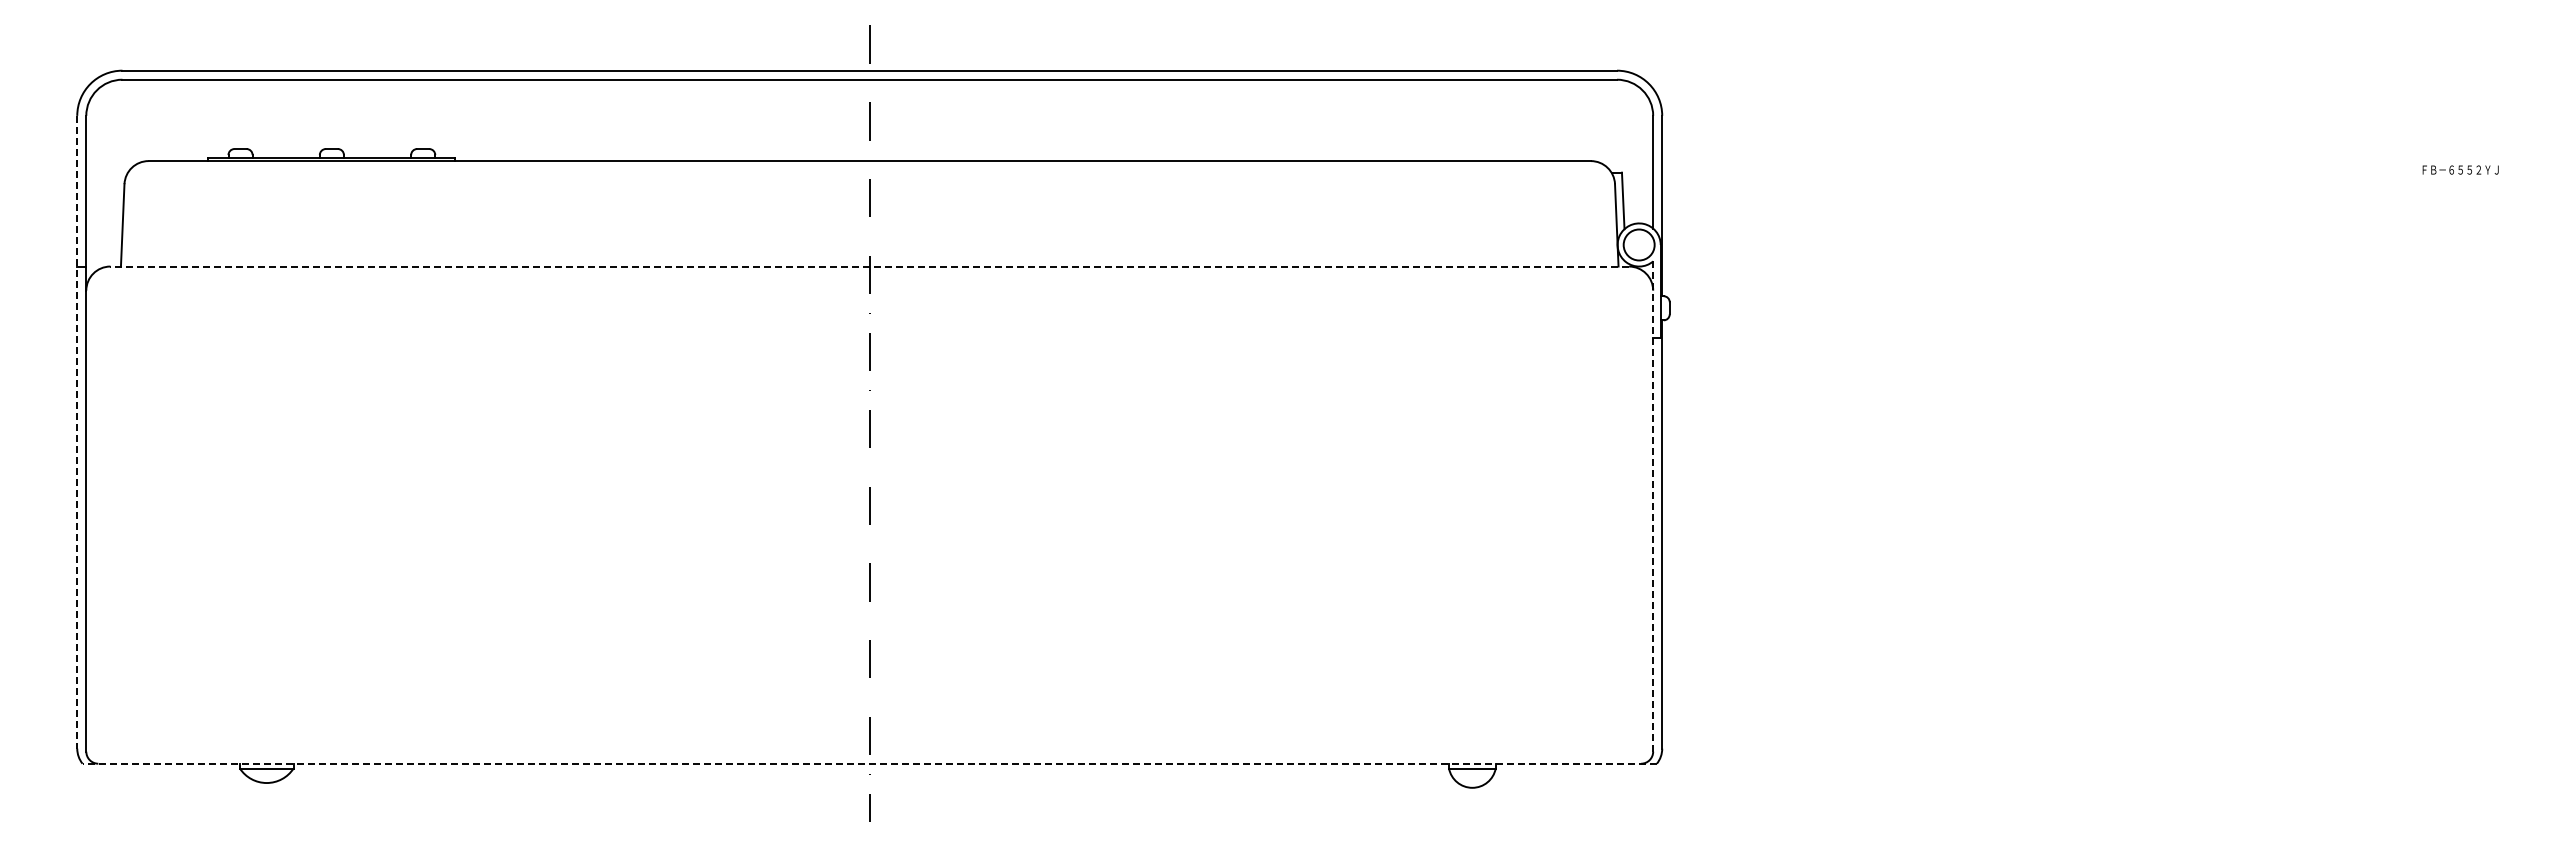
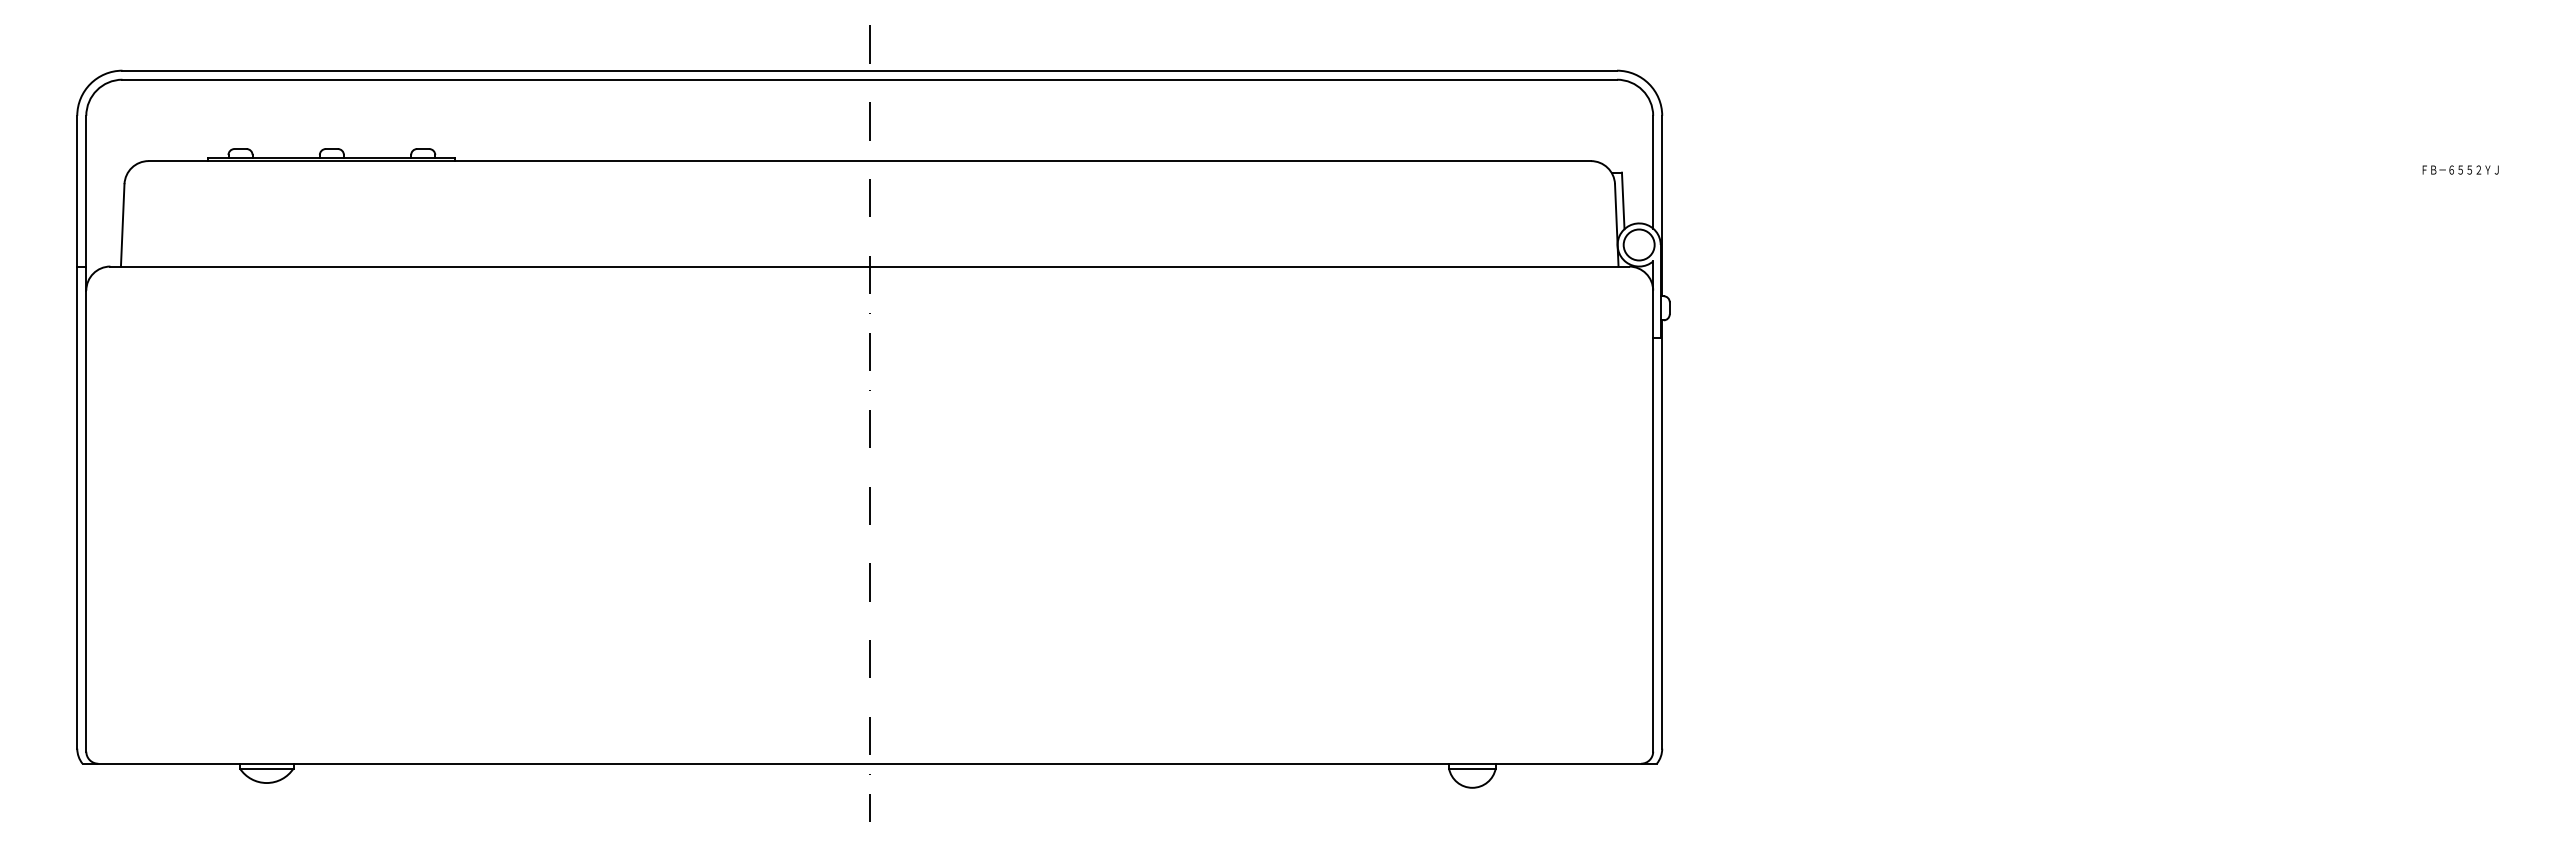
line at (869, 266): dashed -> solid
line at (77, 432): dashed -> solid
line at (1653, 507): dashed -> solid
line at (869, 763): dashed -> solid
